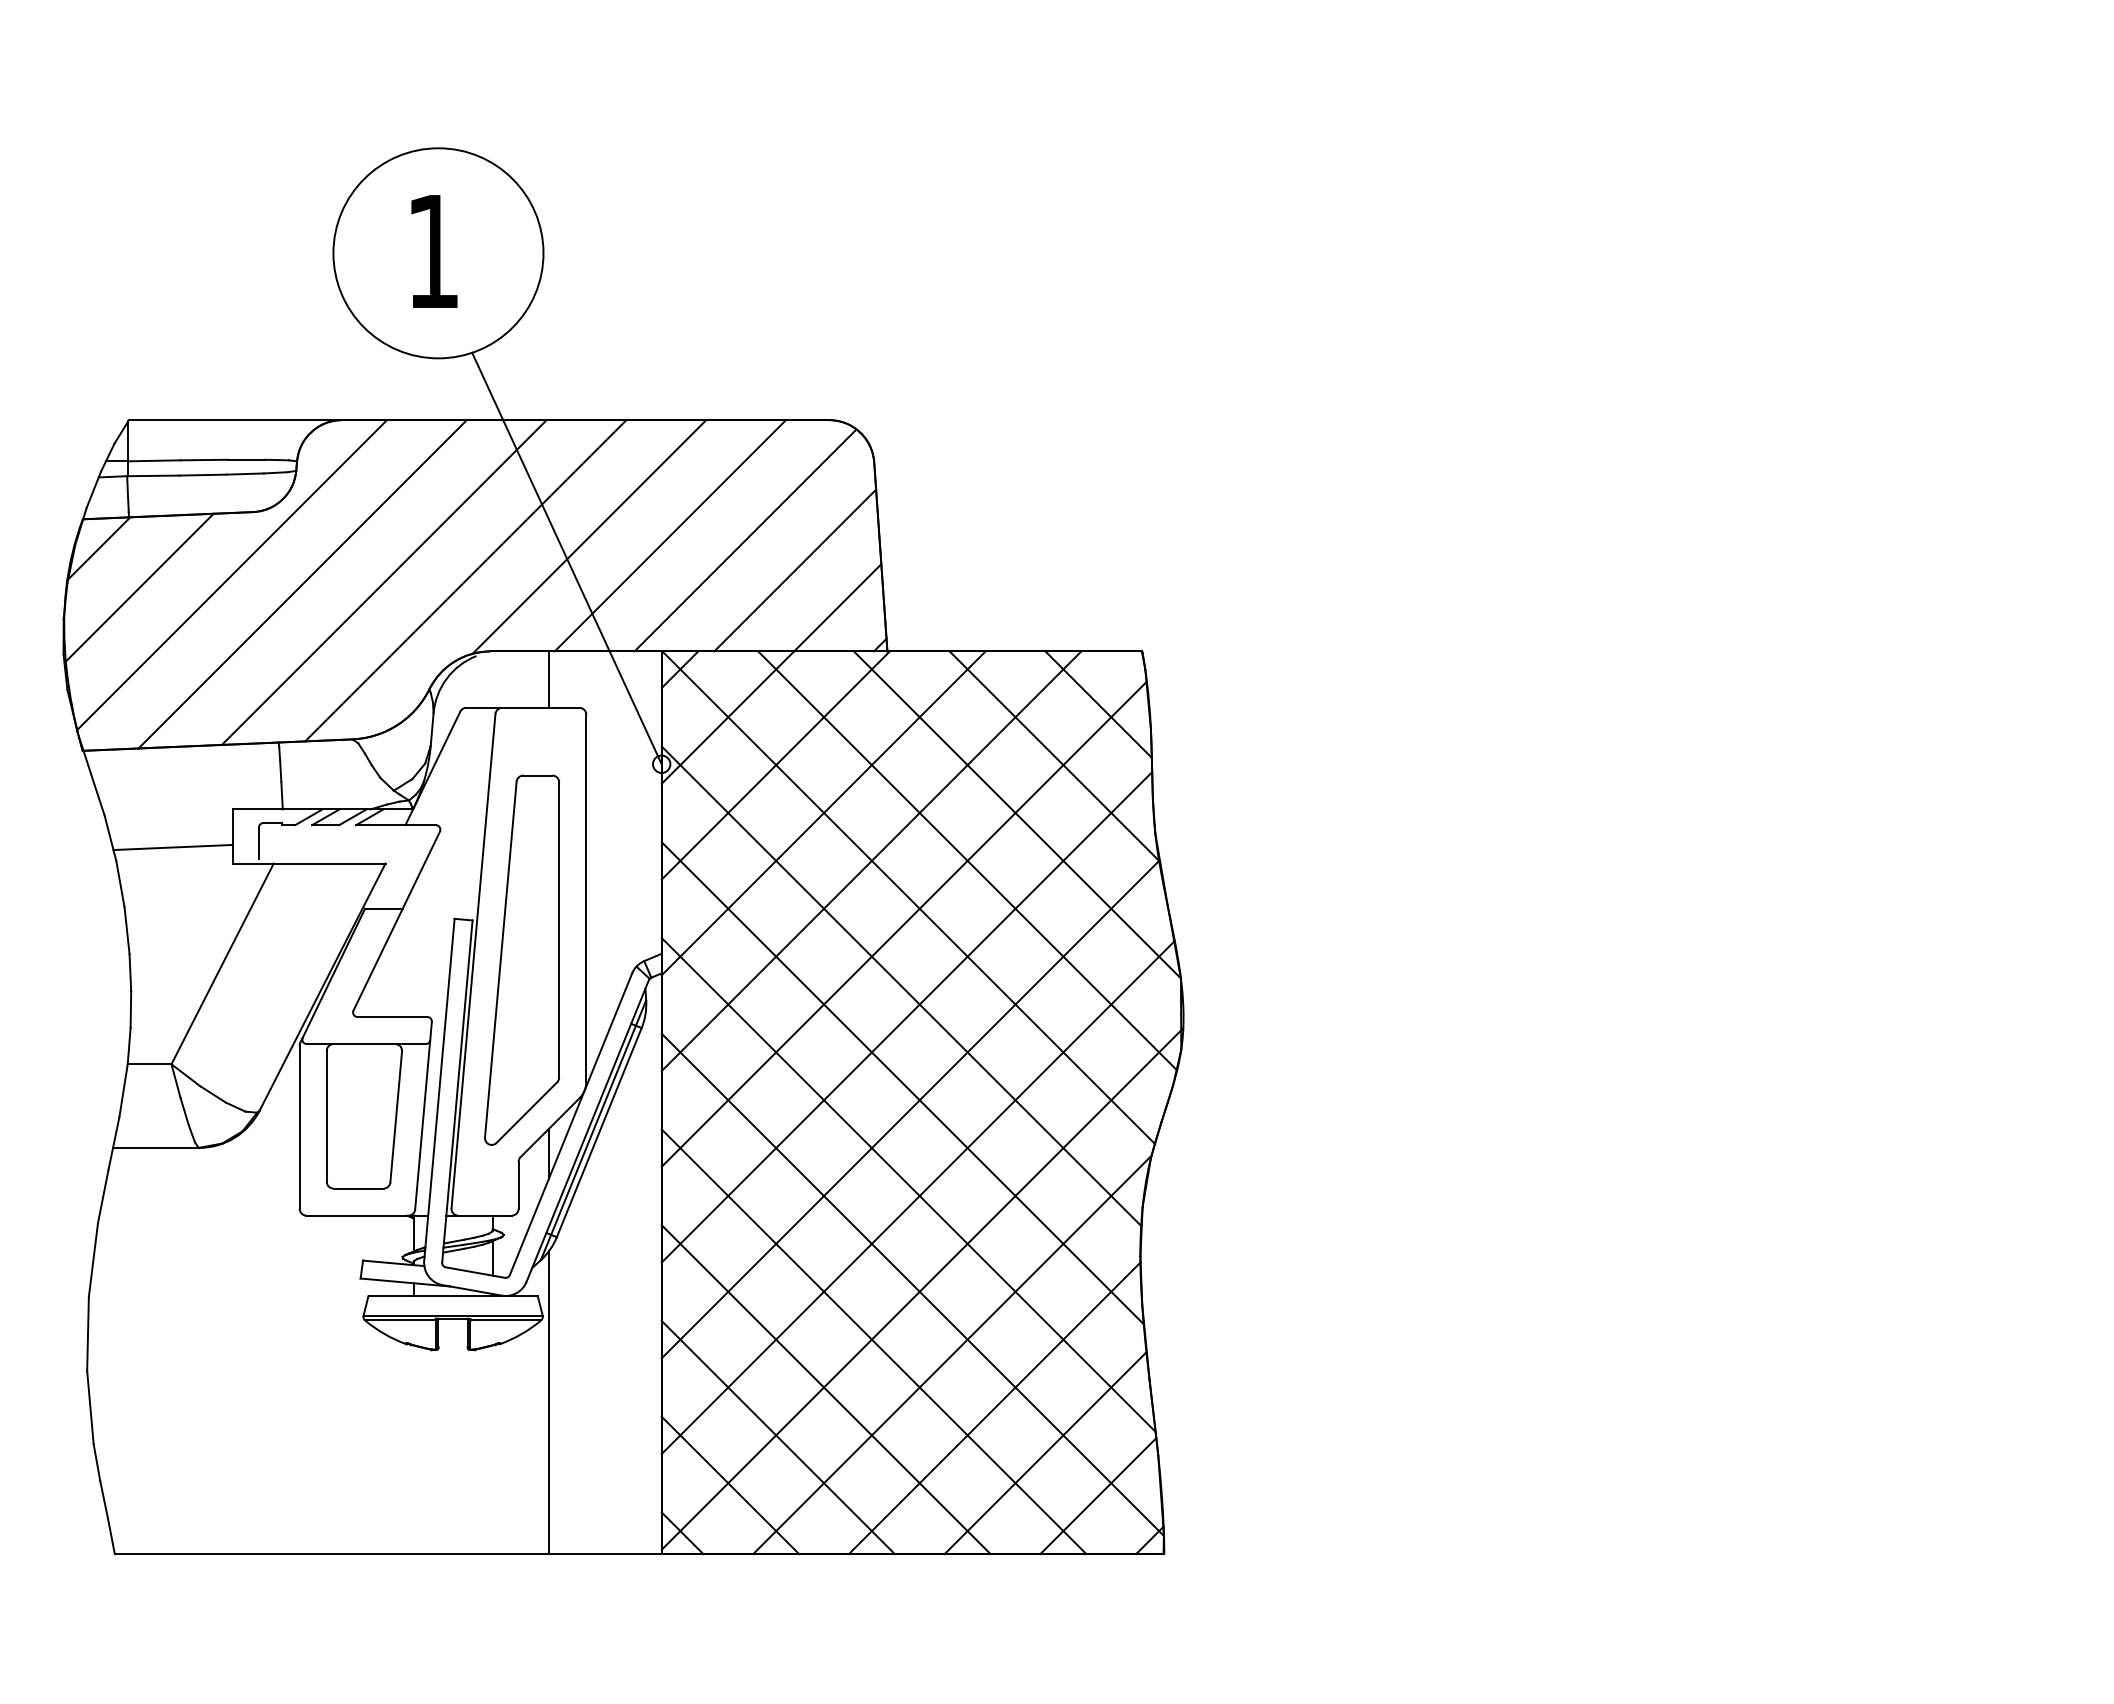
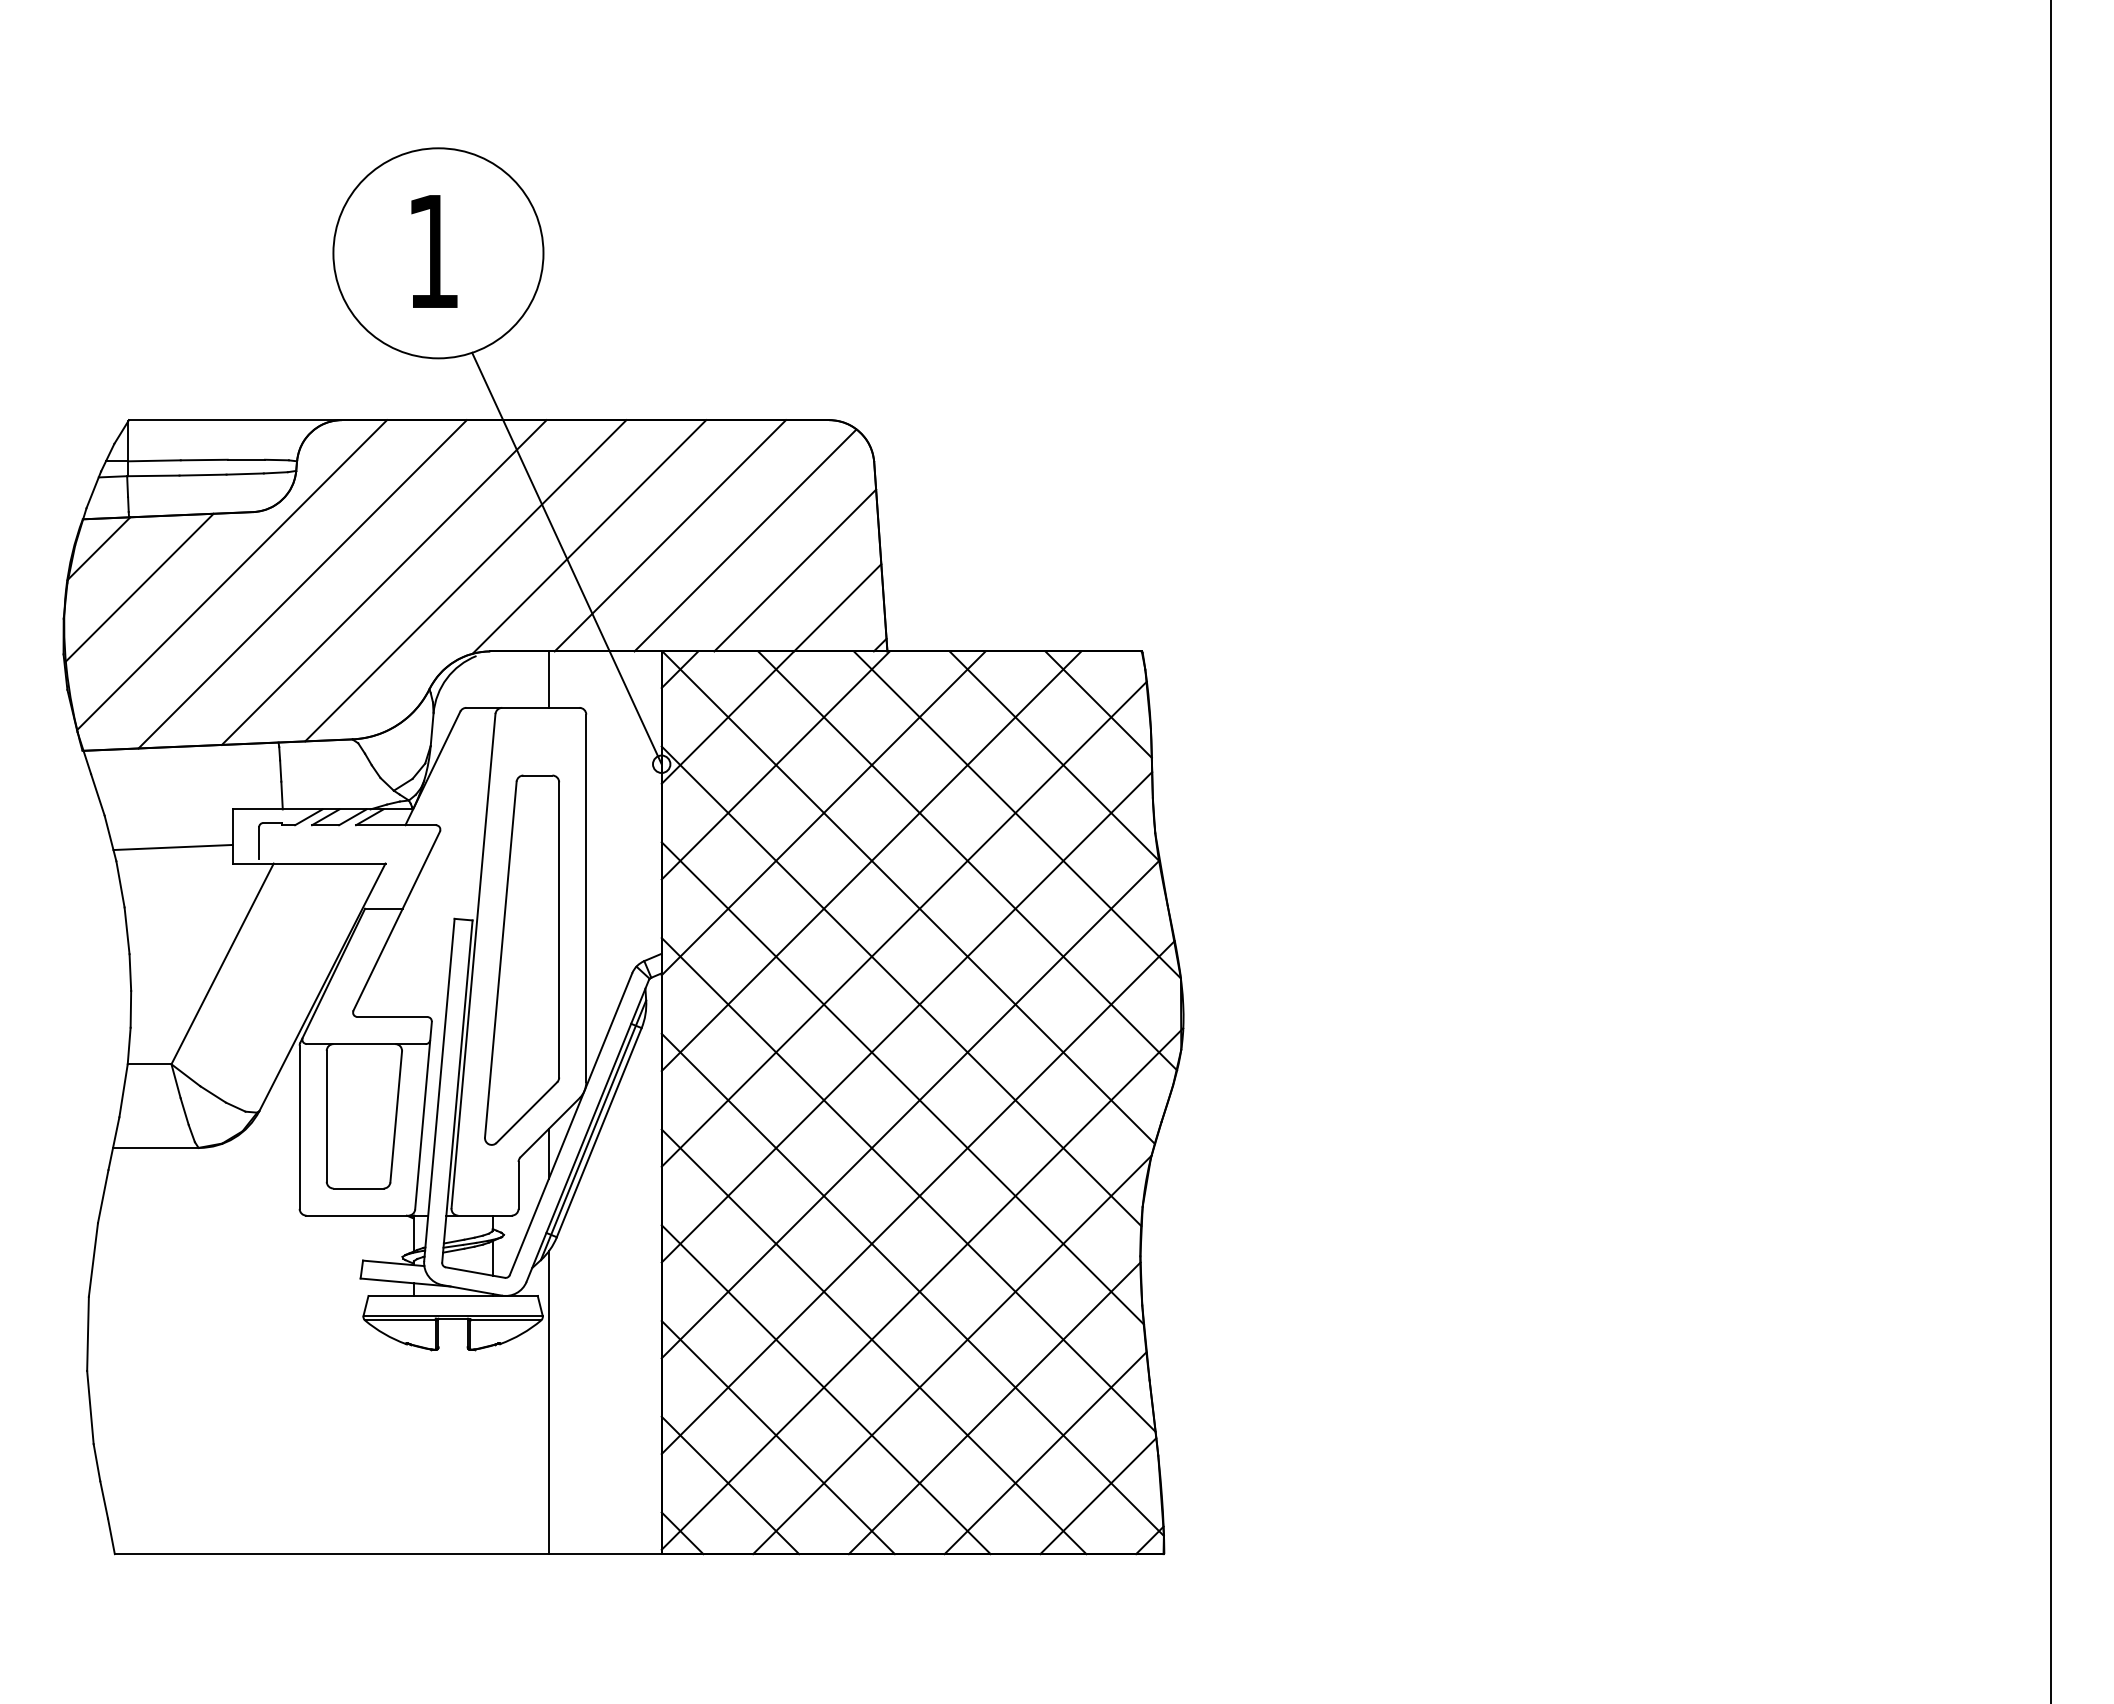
line at (2050, 851): none -> present
